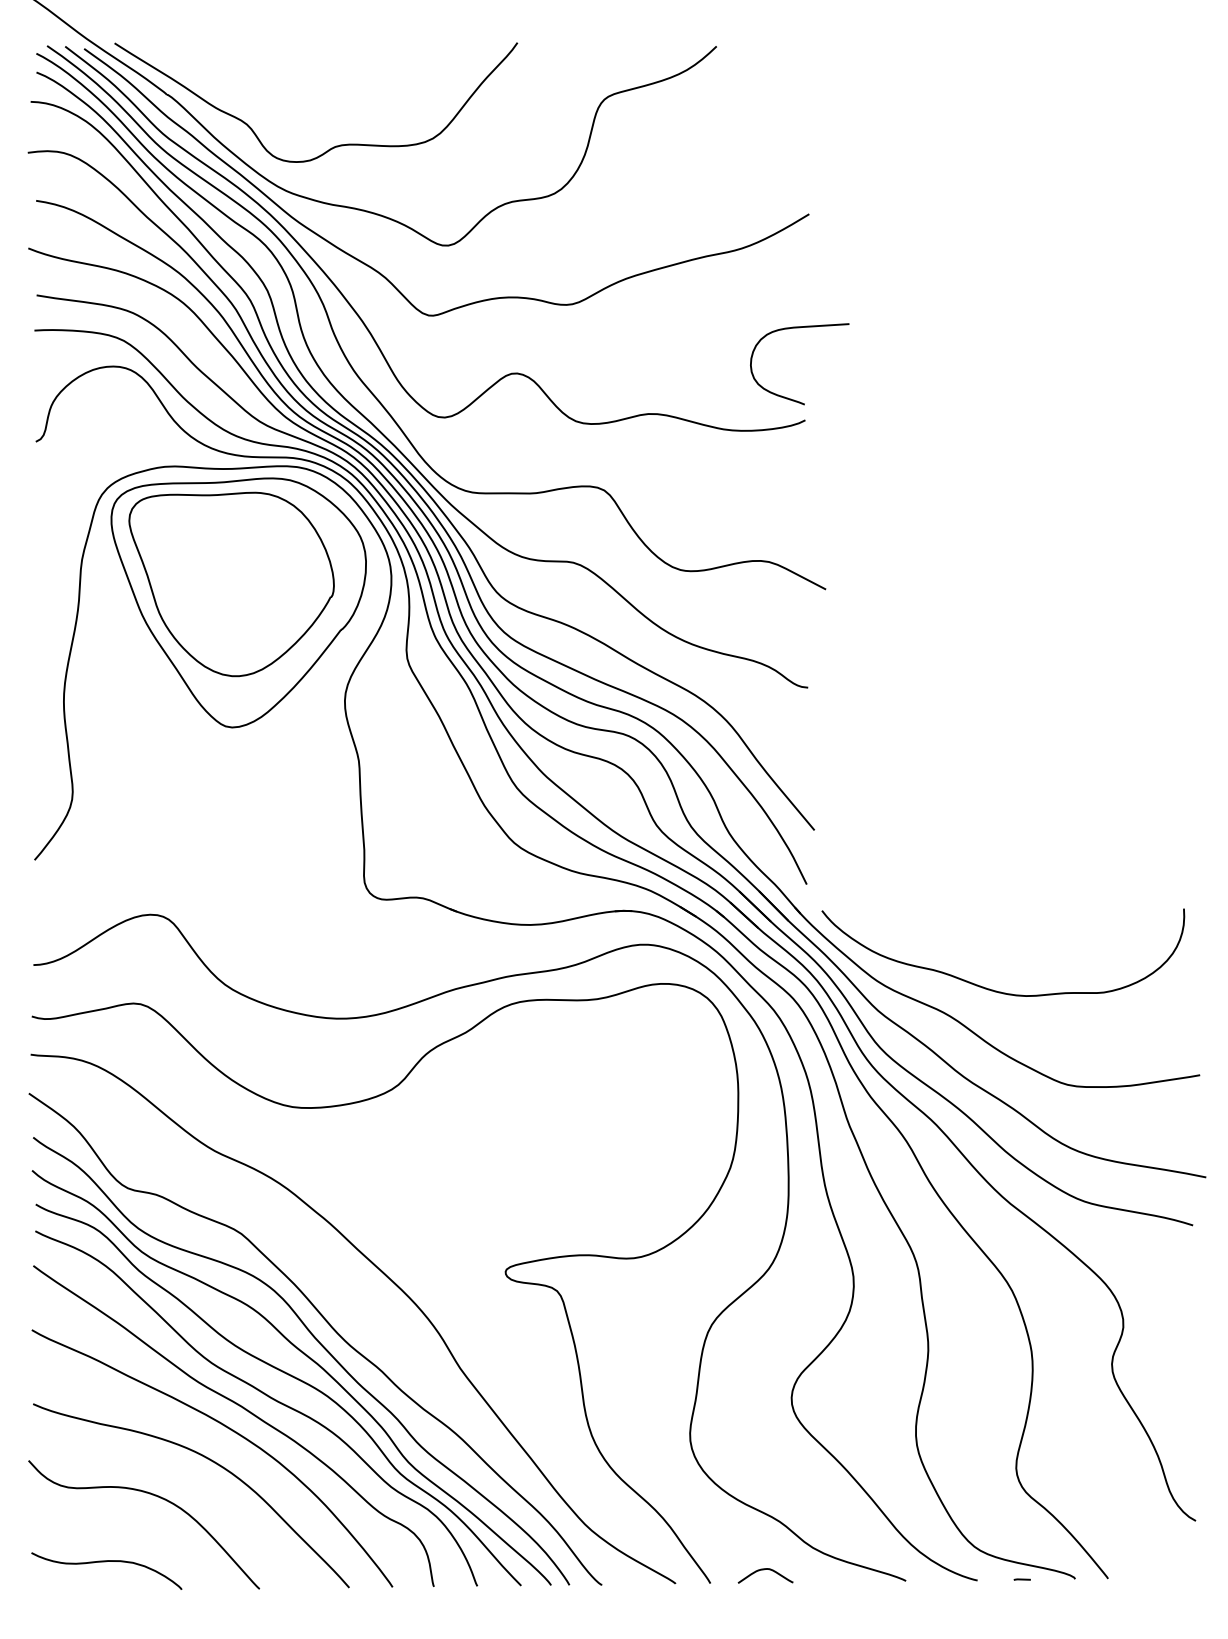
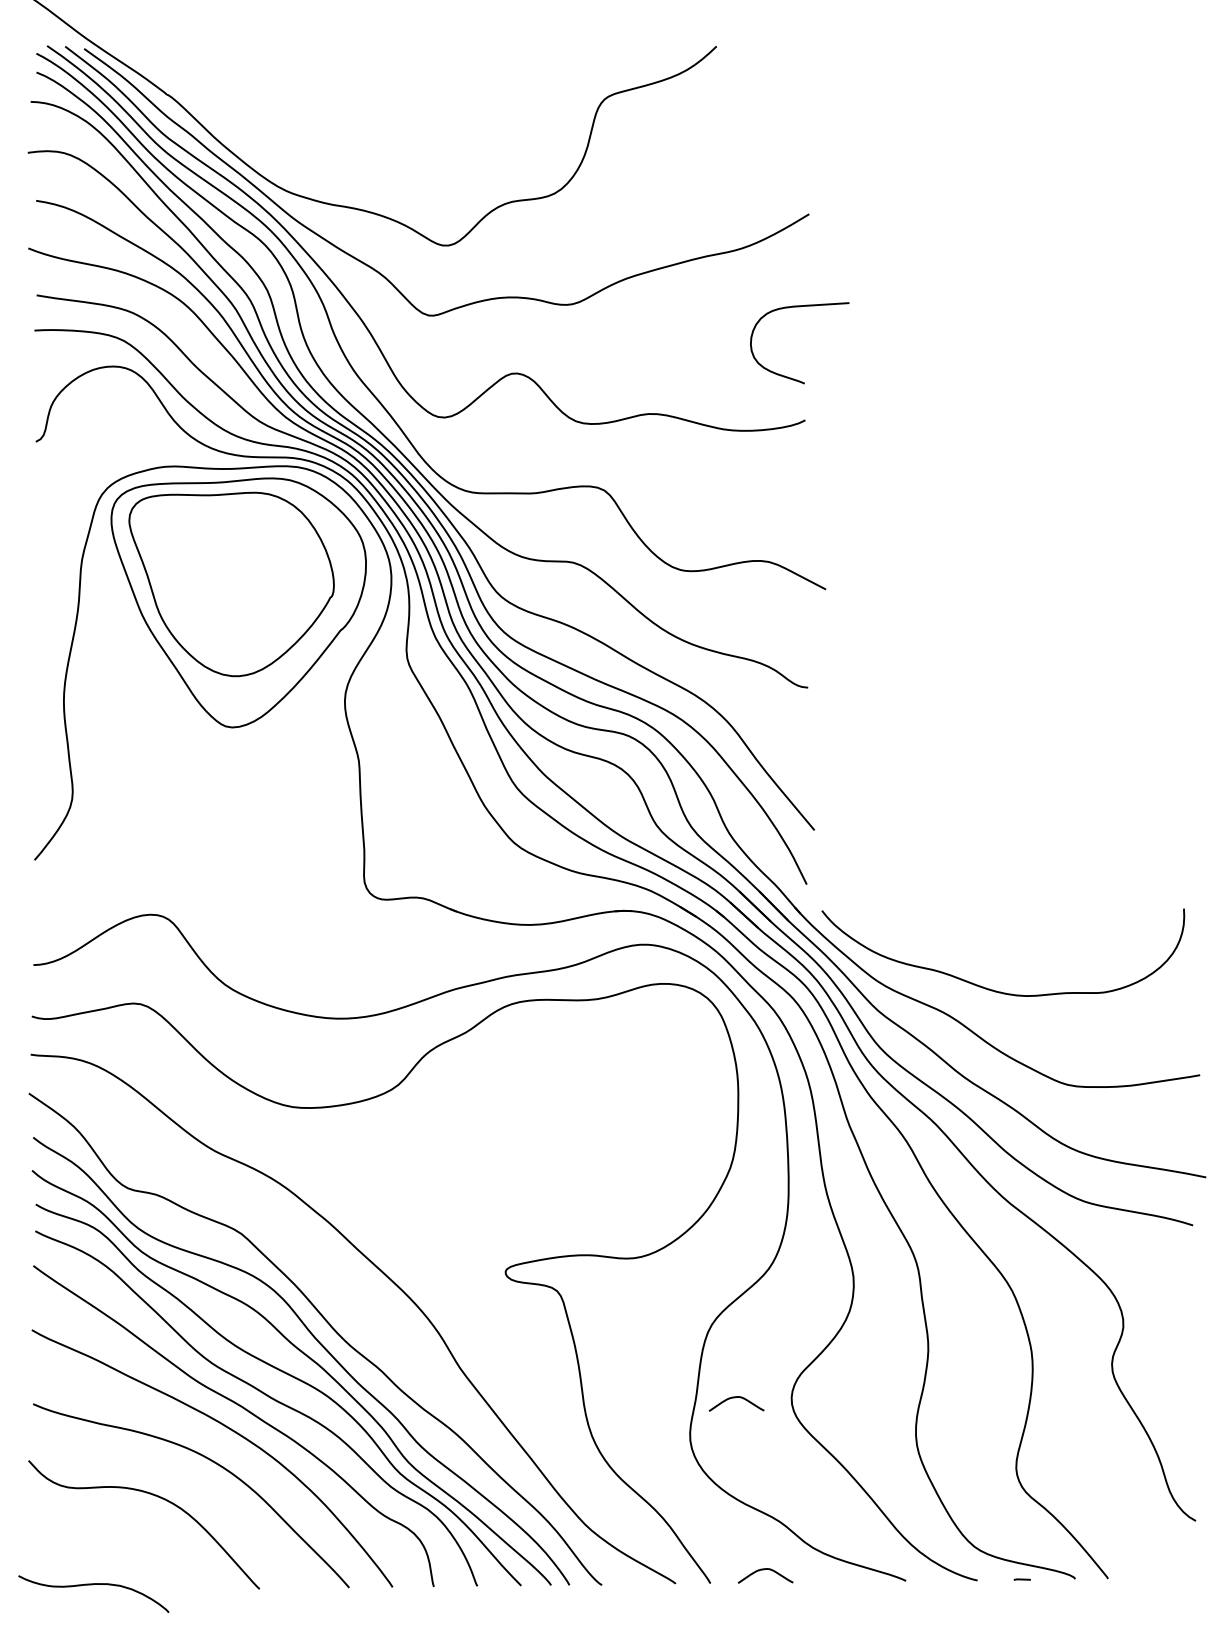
curve at (333, 146): present -> none
curve at (791, 398) position: (791, 398) -> (791, 377)
curve at (735, 1398): none -> present
curve at (106, 1562) position: (106, 1562) -> (93, 1585)
